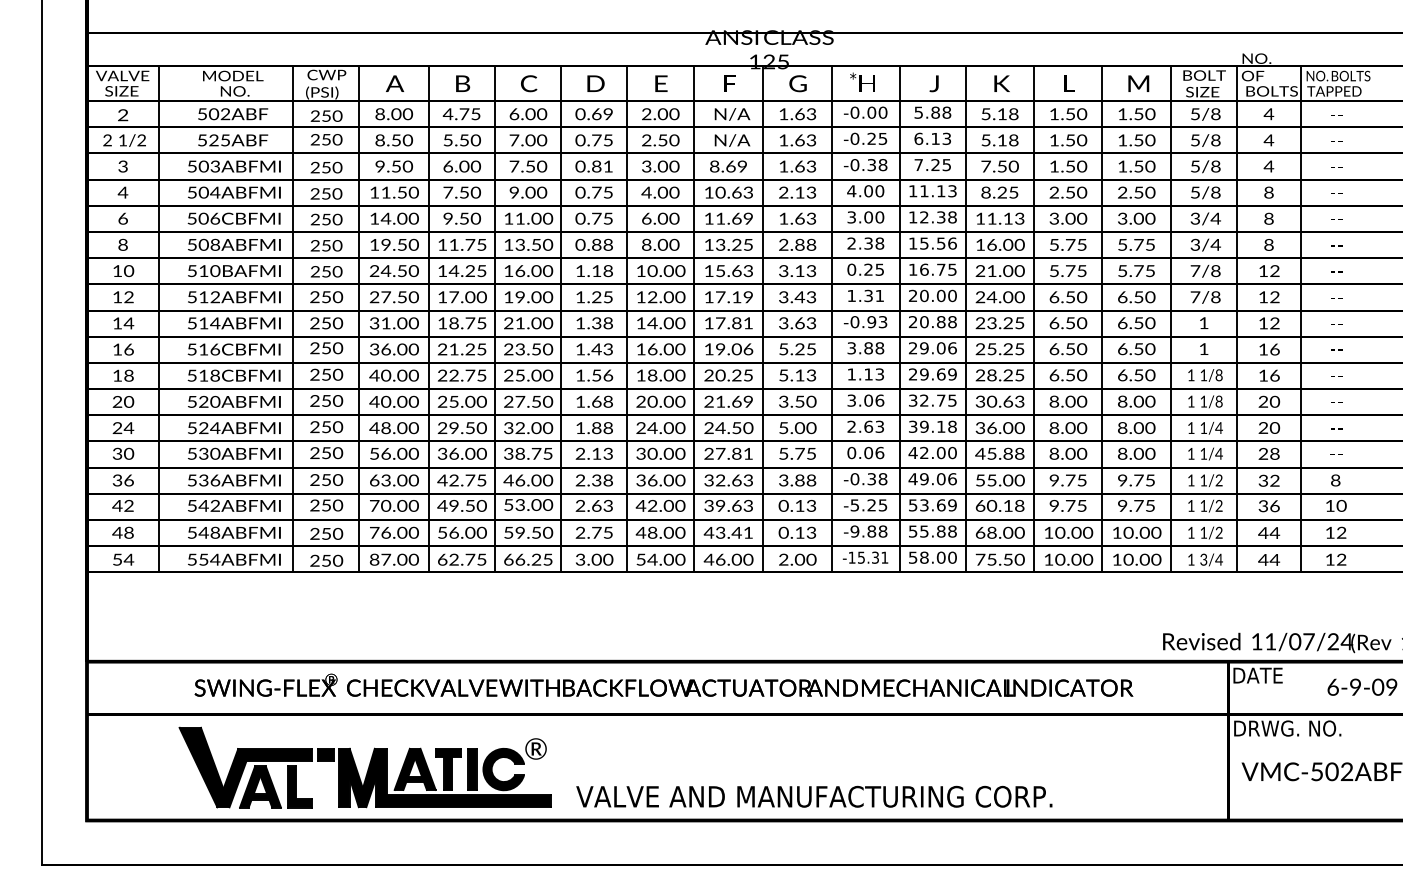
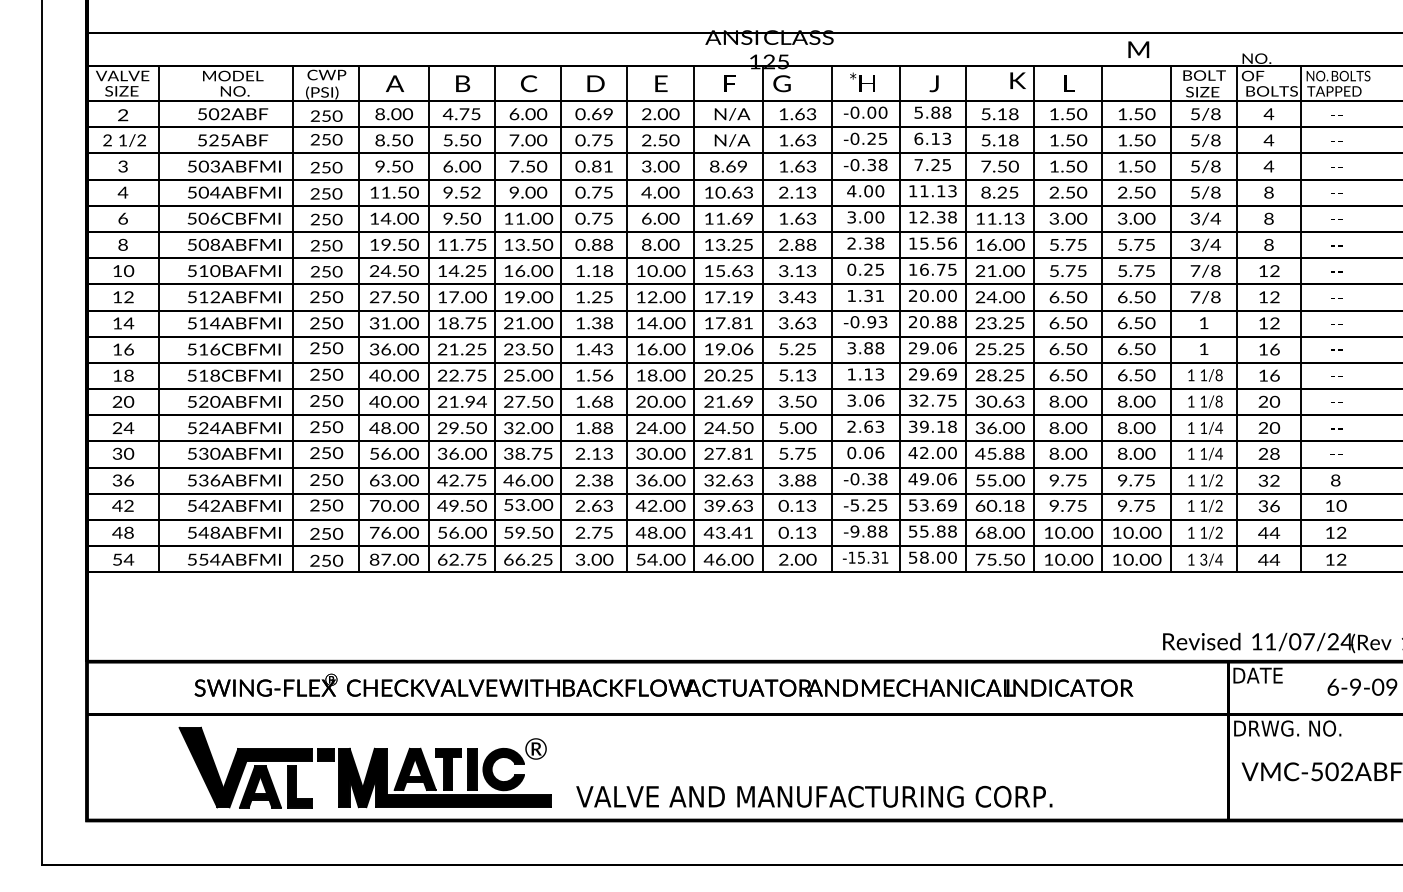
text at (797, 83) position: (797, 83) -> (781, 83)
text at (1001, 83) position: (1001, 83) -> (1017, 80)
text at (1138, 83) position: (1138, 83) -> (1138, 49)
text at (462, 192): 7.50 -> 9.52
text at (467, 401): 25.00 -> 21.94
